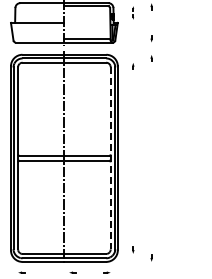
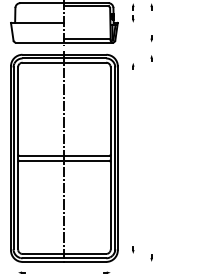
part at (132, 12) size: 2x14 px -> 3x20 px
line at (110, 158): dashed -> solid
part at (72, 272): present -> none
